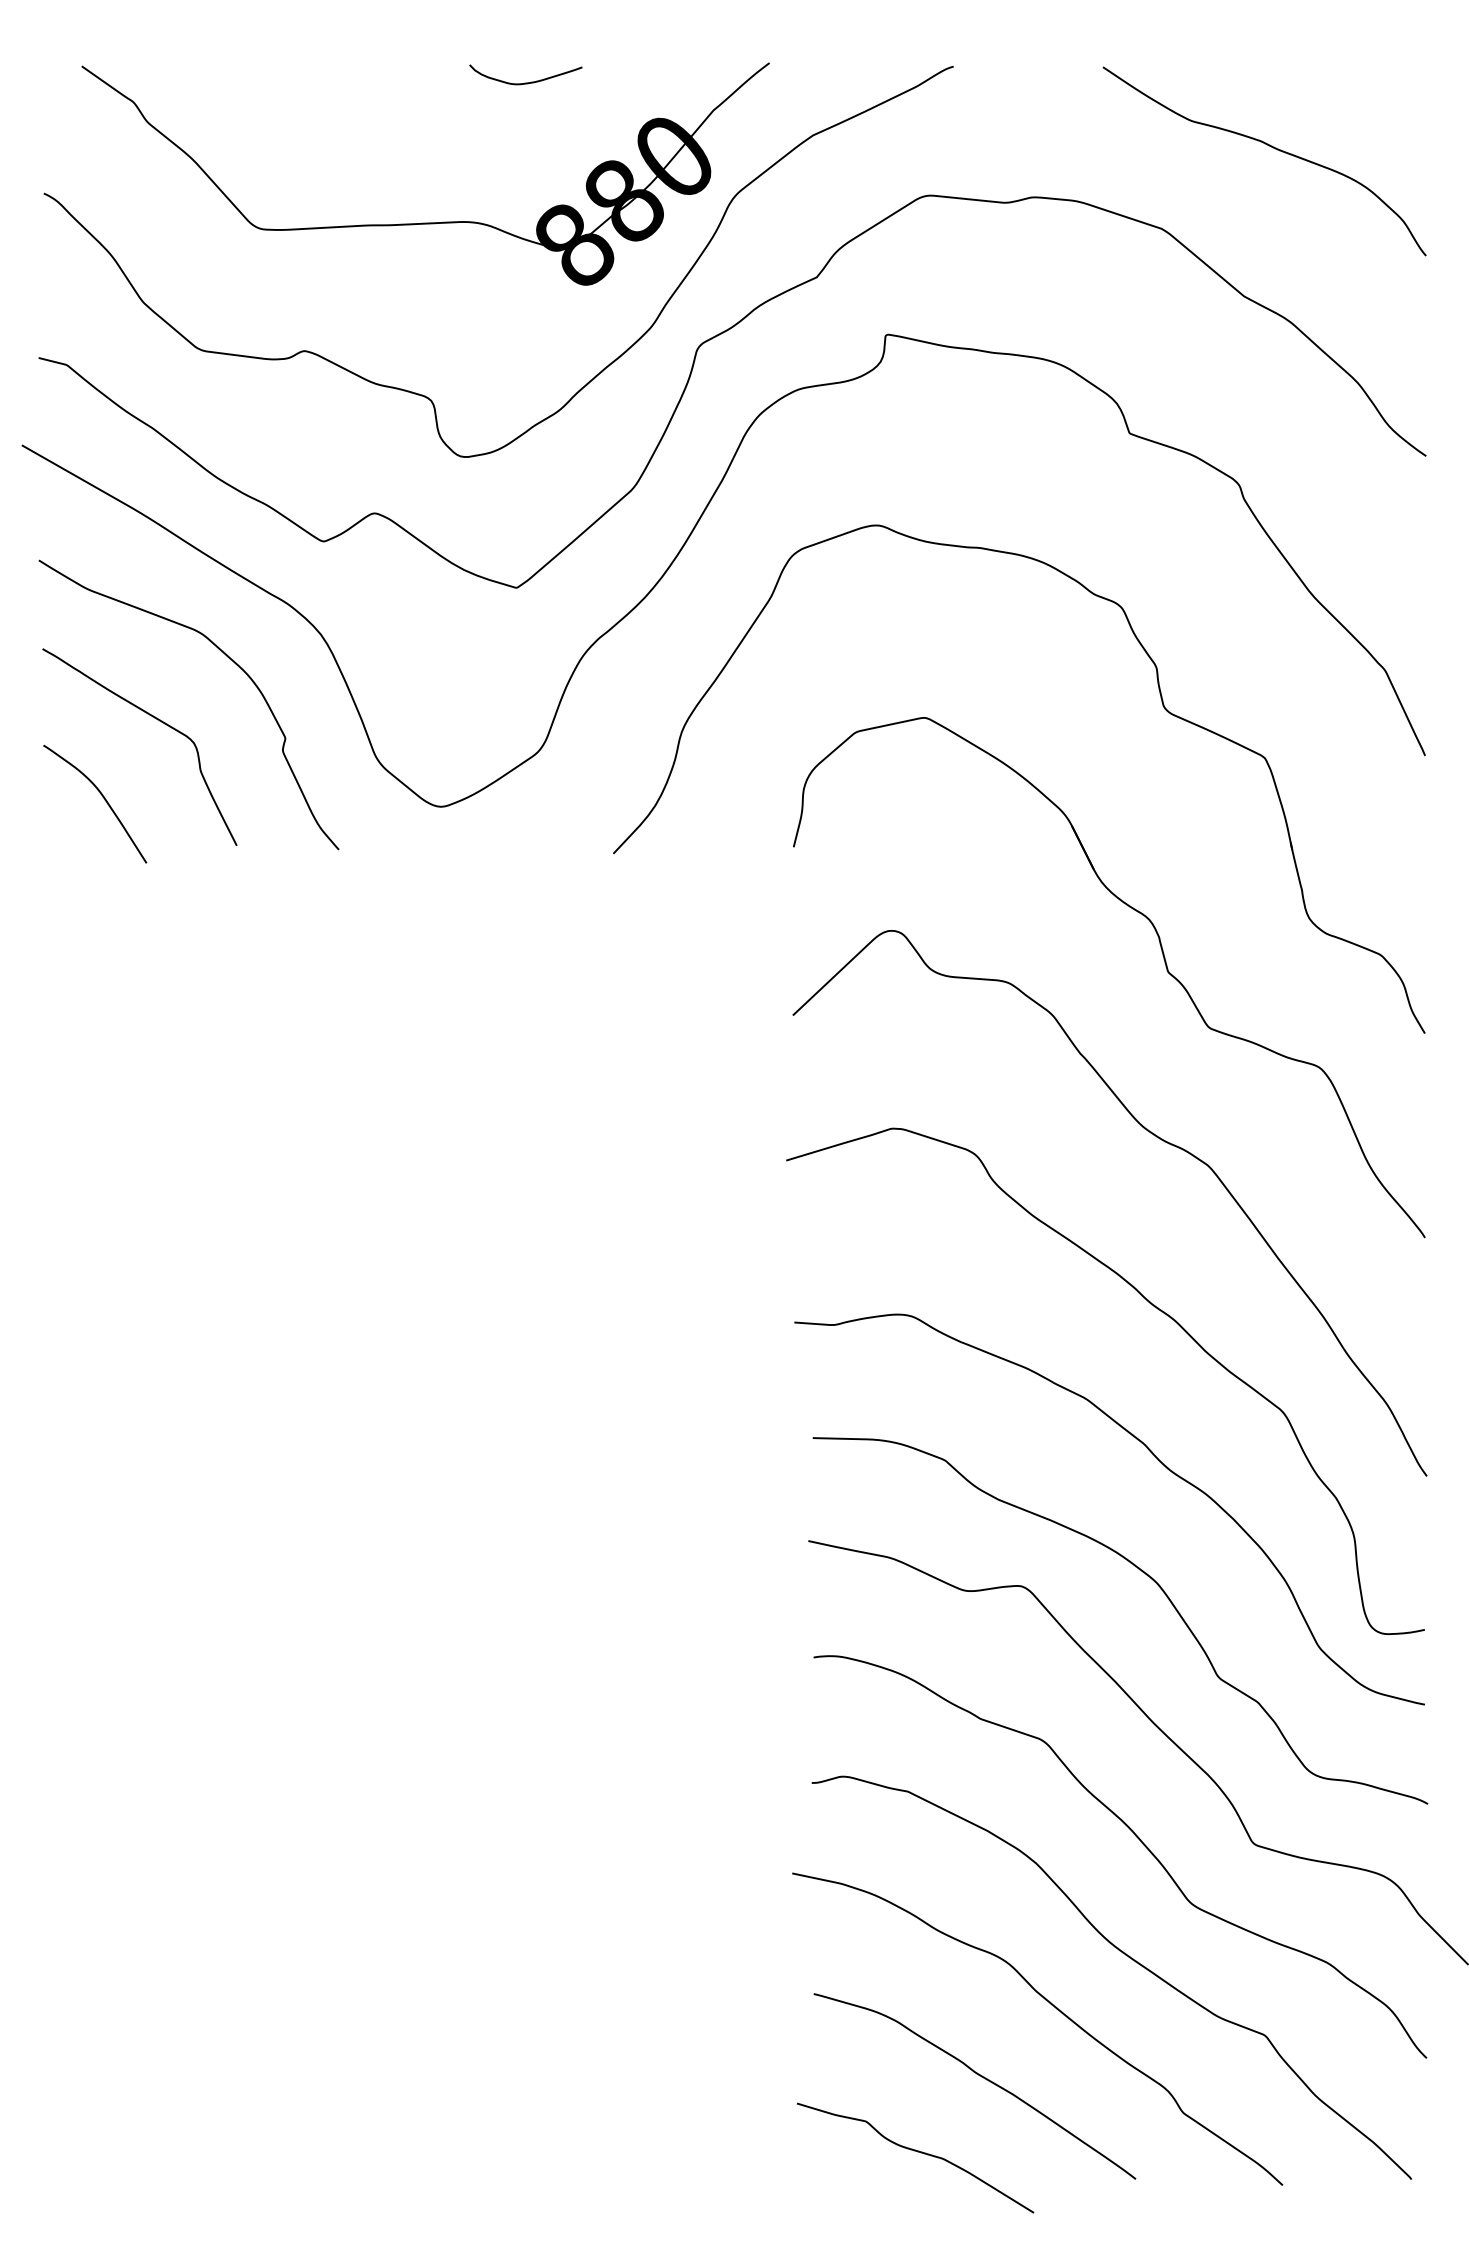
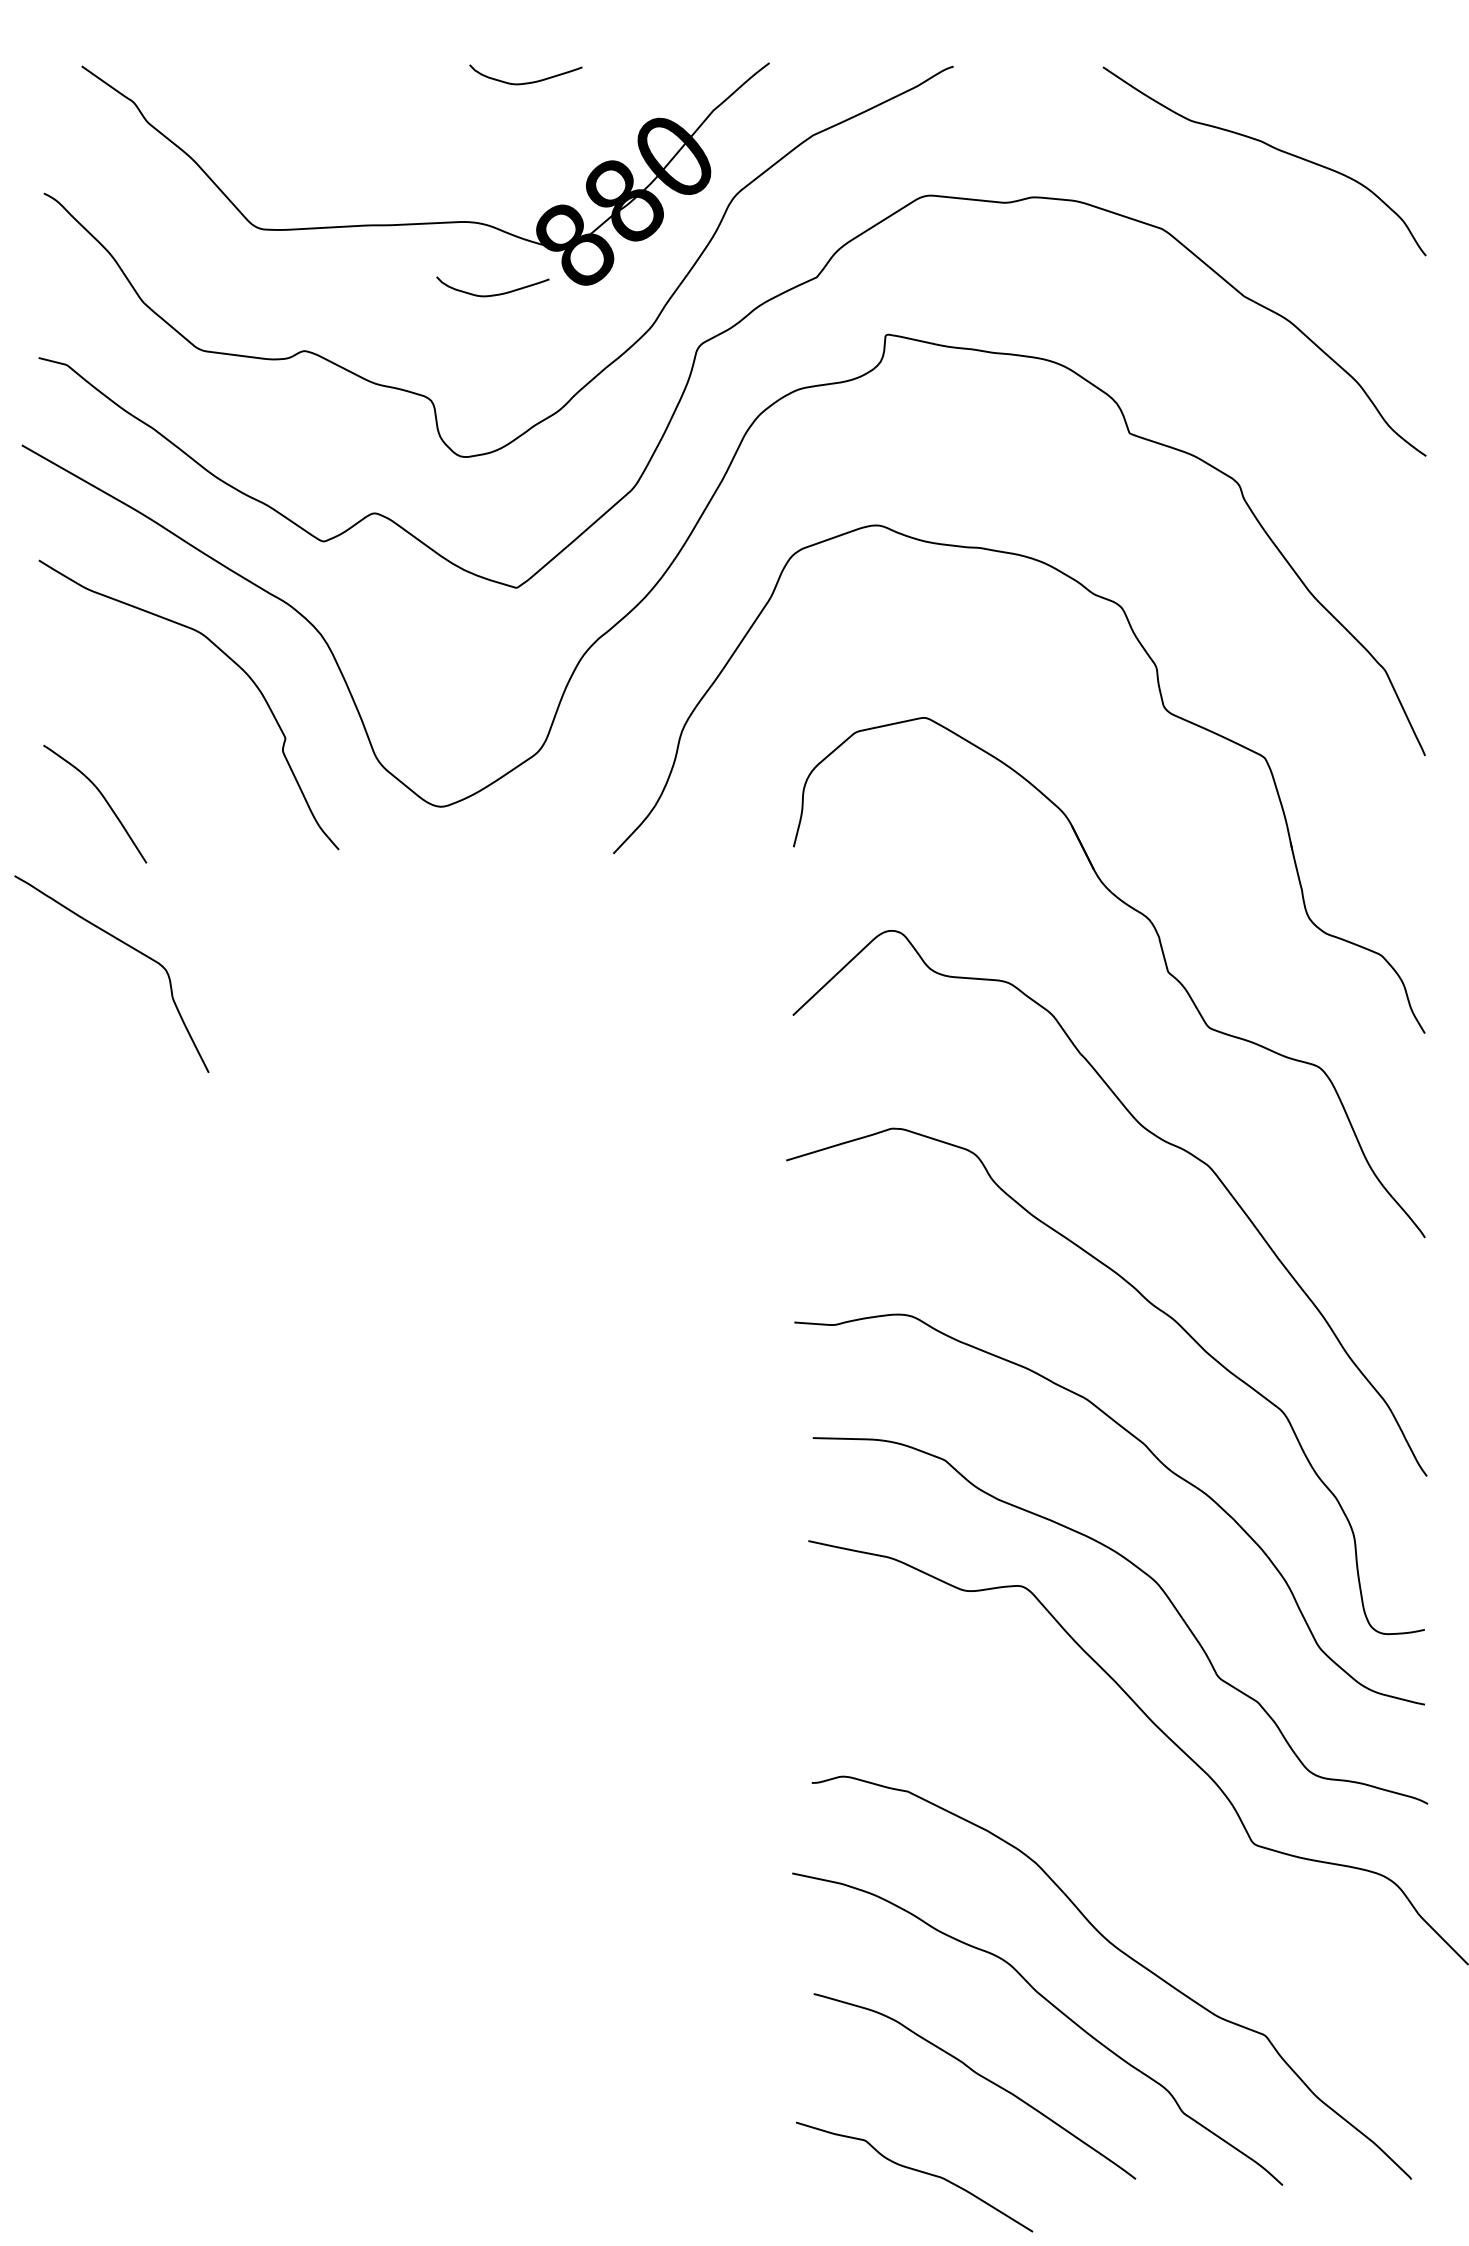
curve at (492, 294): none -> present
curve at (157, 720) position: (157, 720) -> (129, 947)
curve at (1137, 1838): present -> none
curve at (917, 2152) position: (917, 2152) -> (916, 2171)
